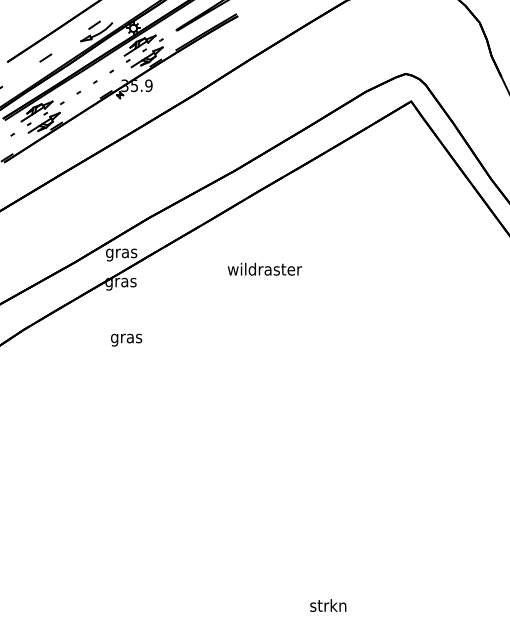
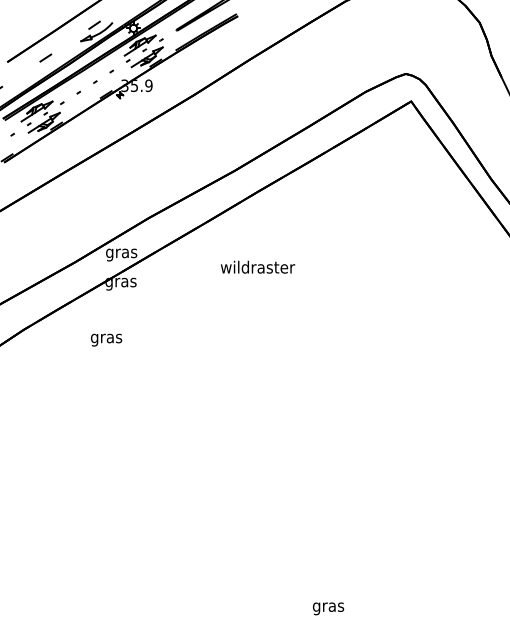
text at (264, 268) position: (264, 268) -> (257, 266)
text at (126, 339) position: (126, 339) -> (106, 339)
text at (328, 607): strkn -> gras
